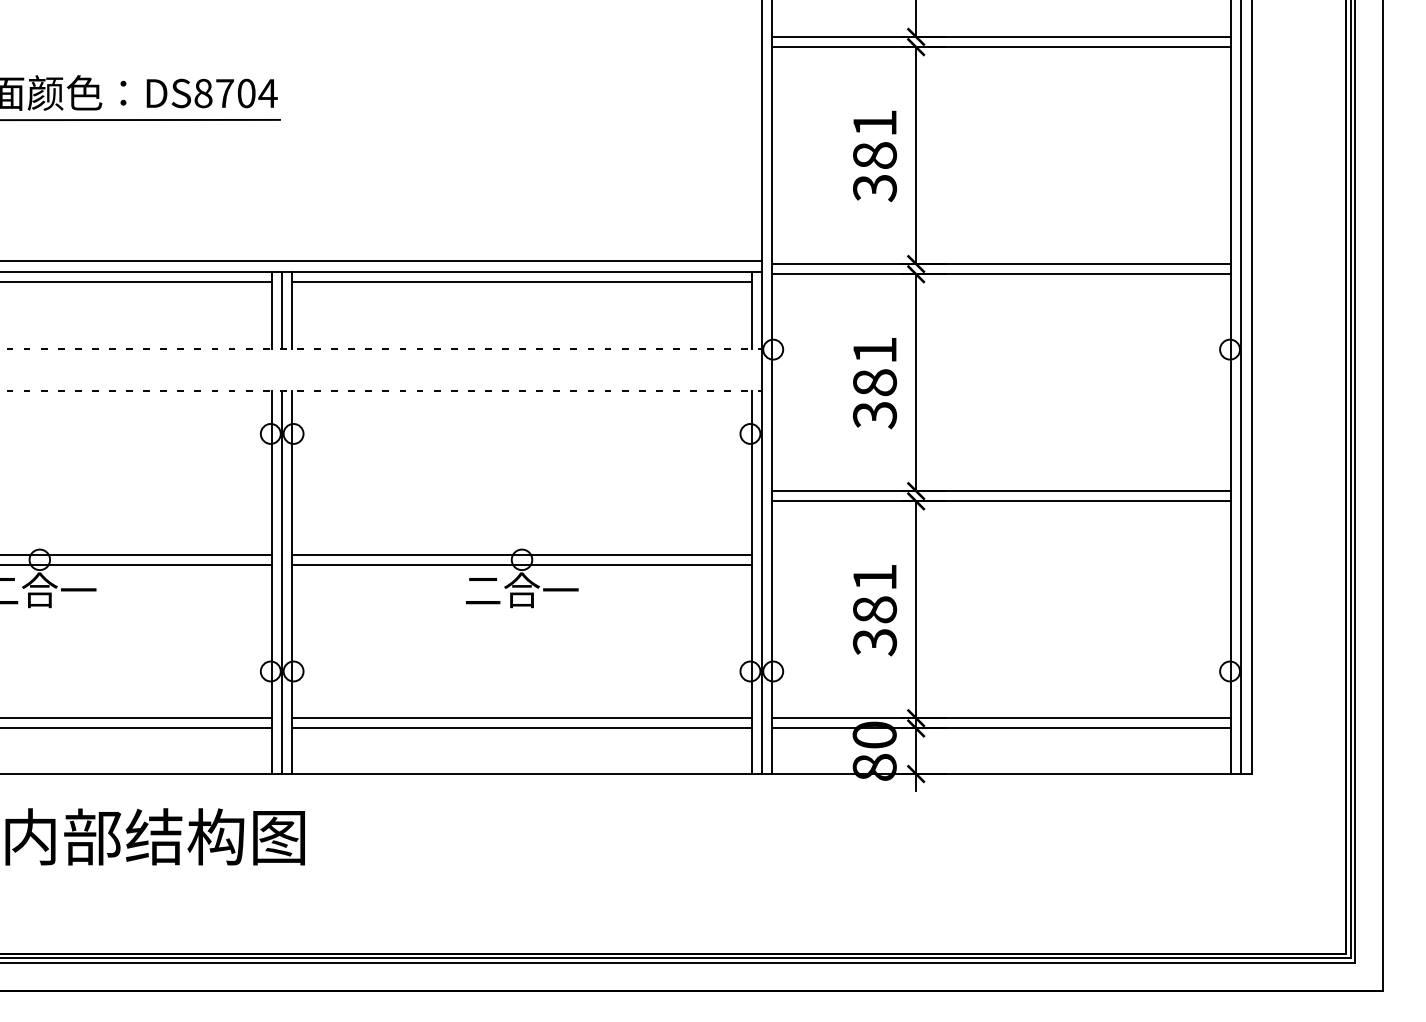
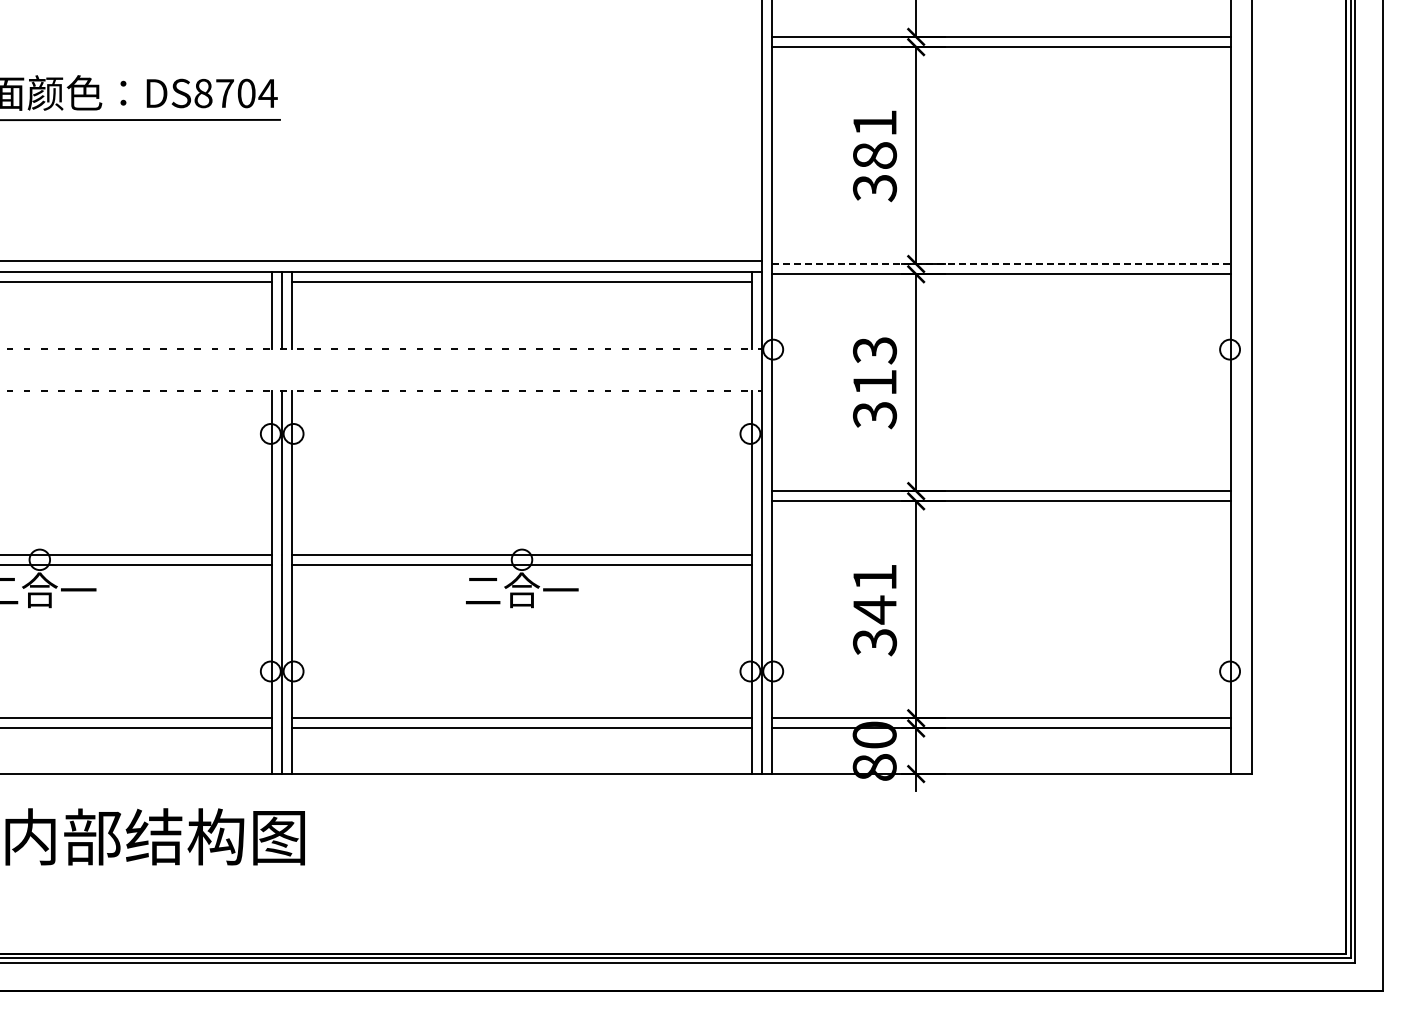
line at (1001, 264): solid -> dashed
text at (875, 366): 381 -> 313
line at (1241, 388): present -> none
text at (875, 609): 381 -> 341
